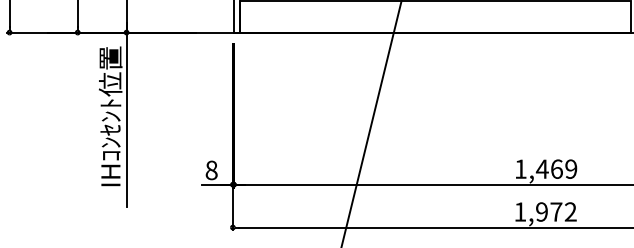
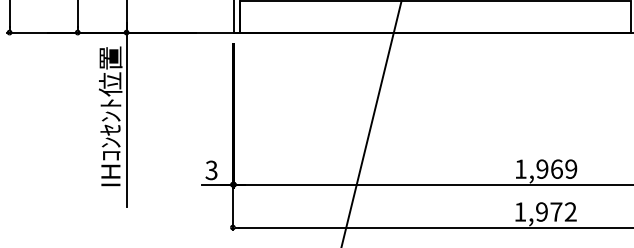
text at (541, 168): 1,469 -> 1,969
text at (211, 169): 8 -> 3
